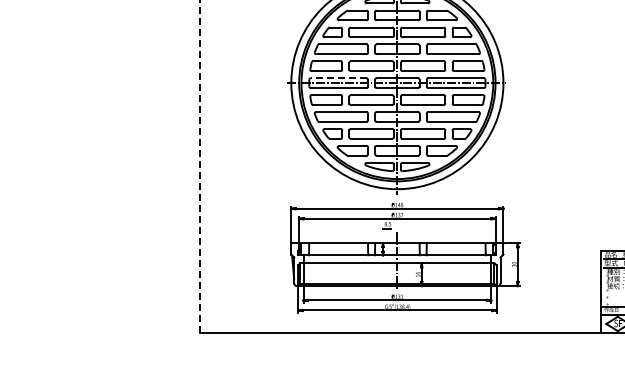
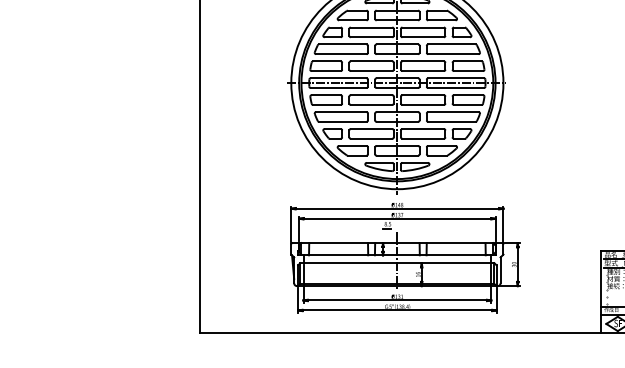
line at (338, 78): dashed -> solid
line at (199, 166): dashed -> solid
